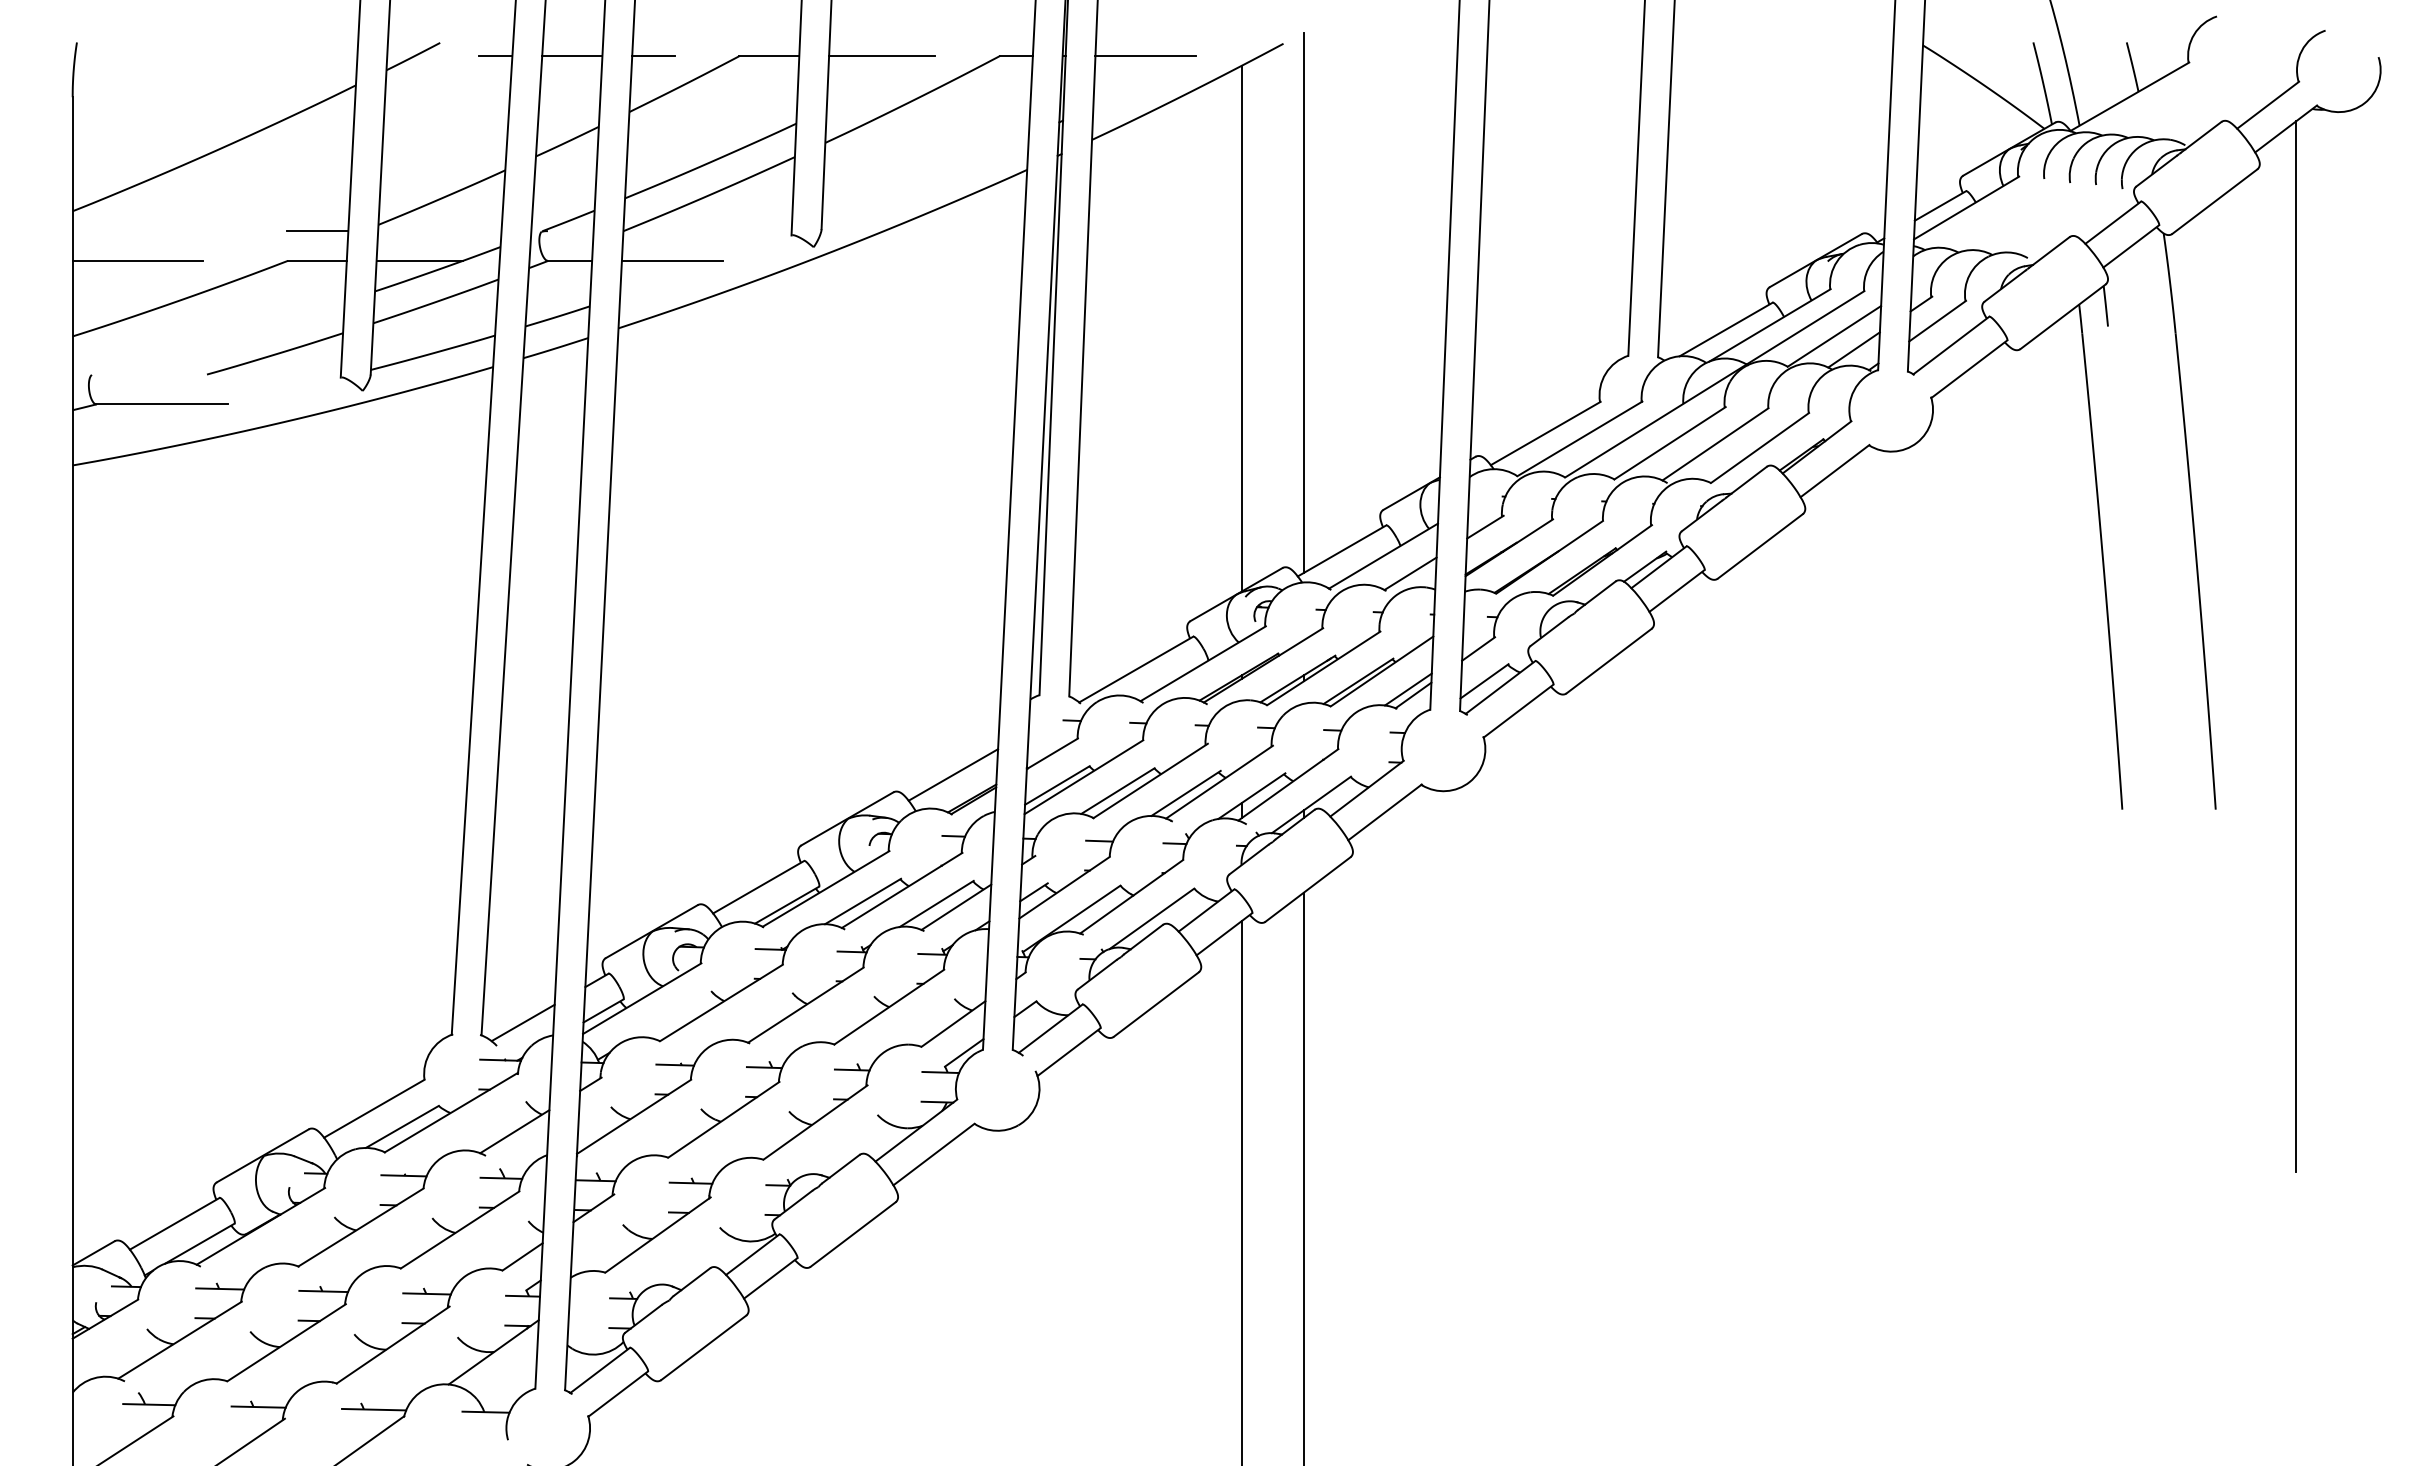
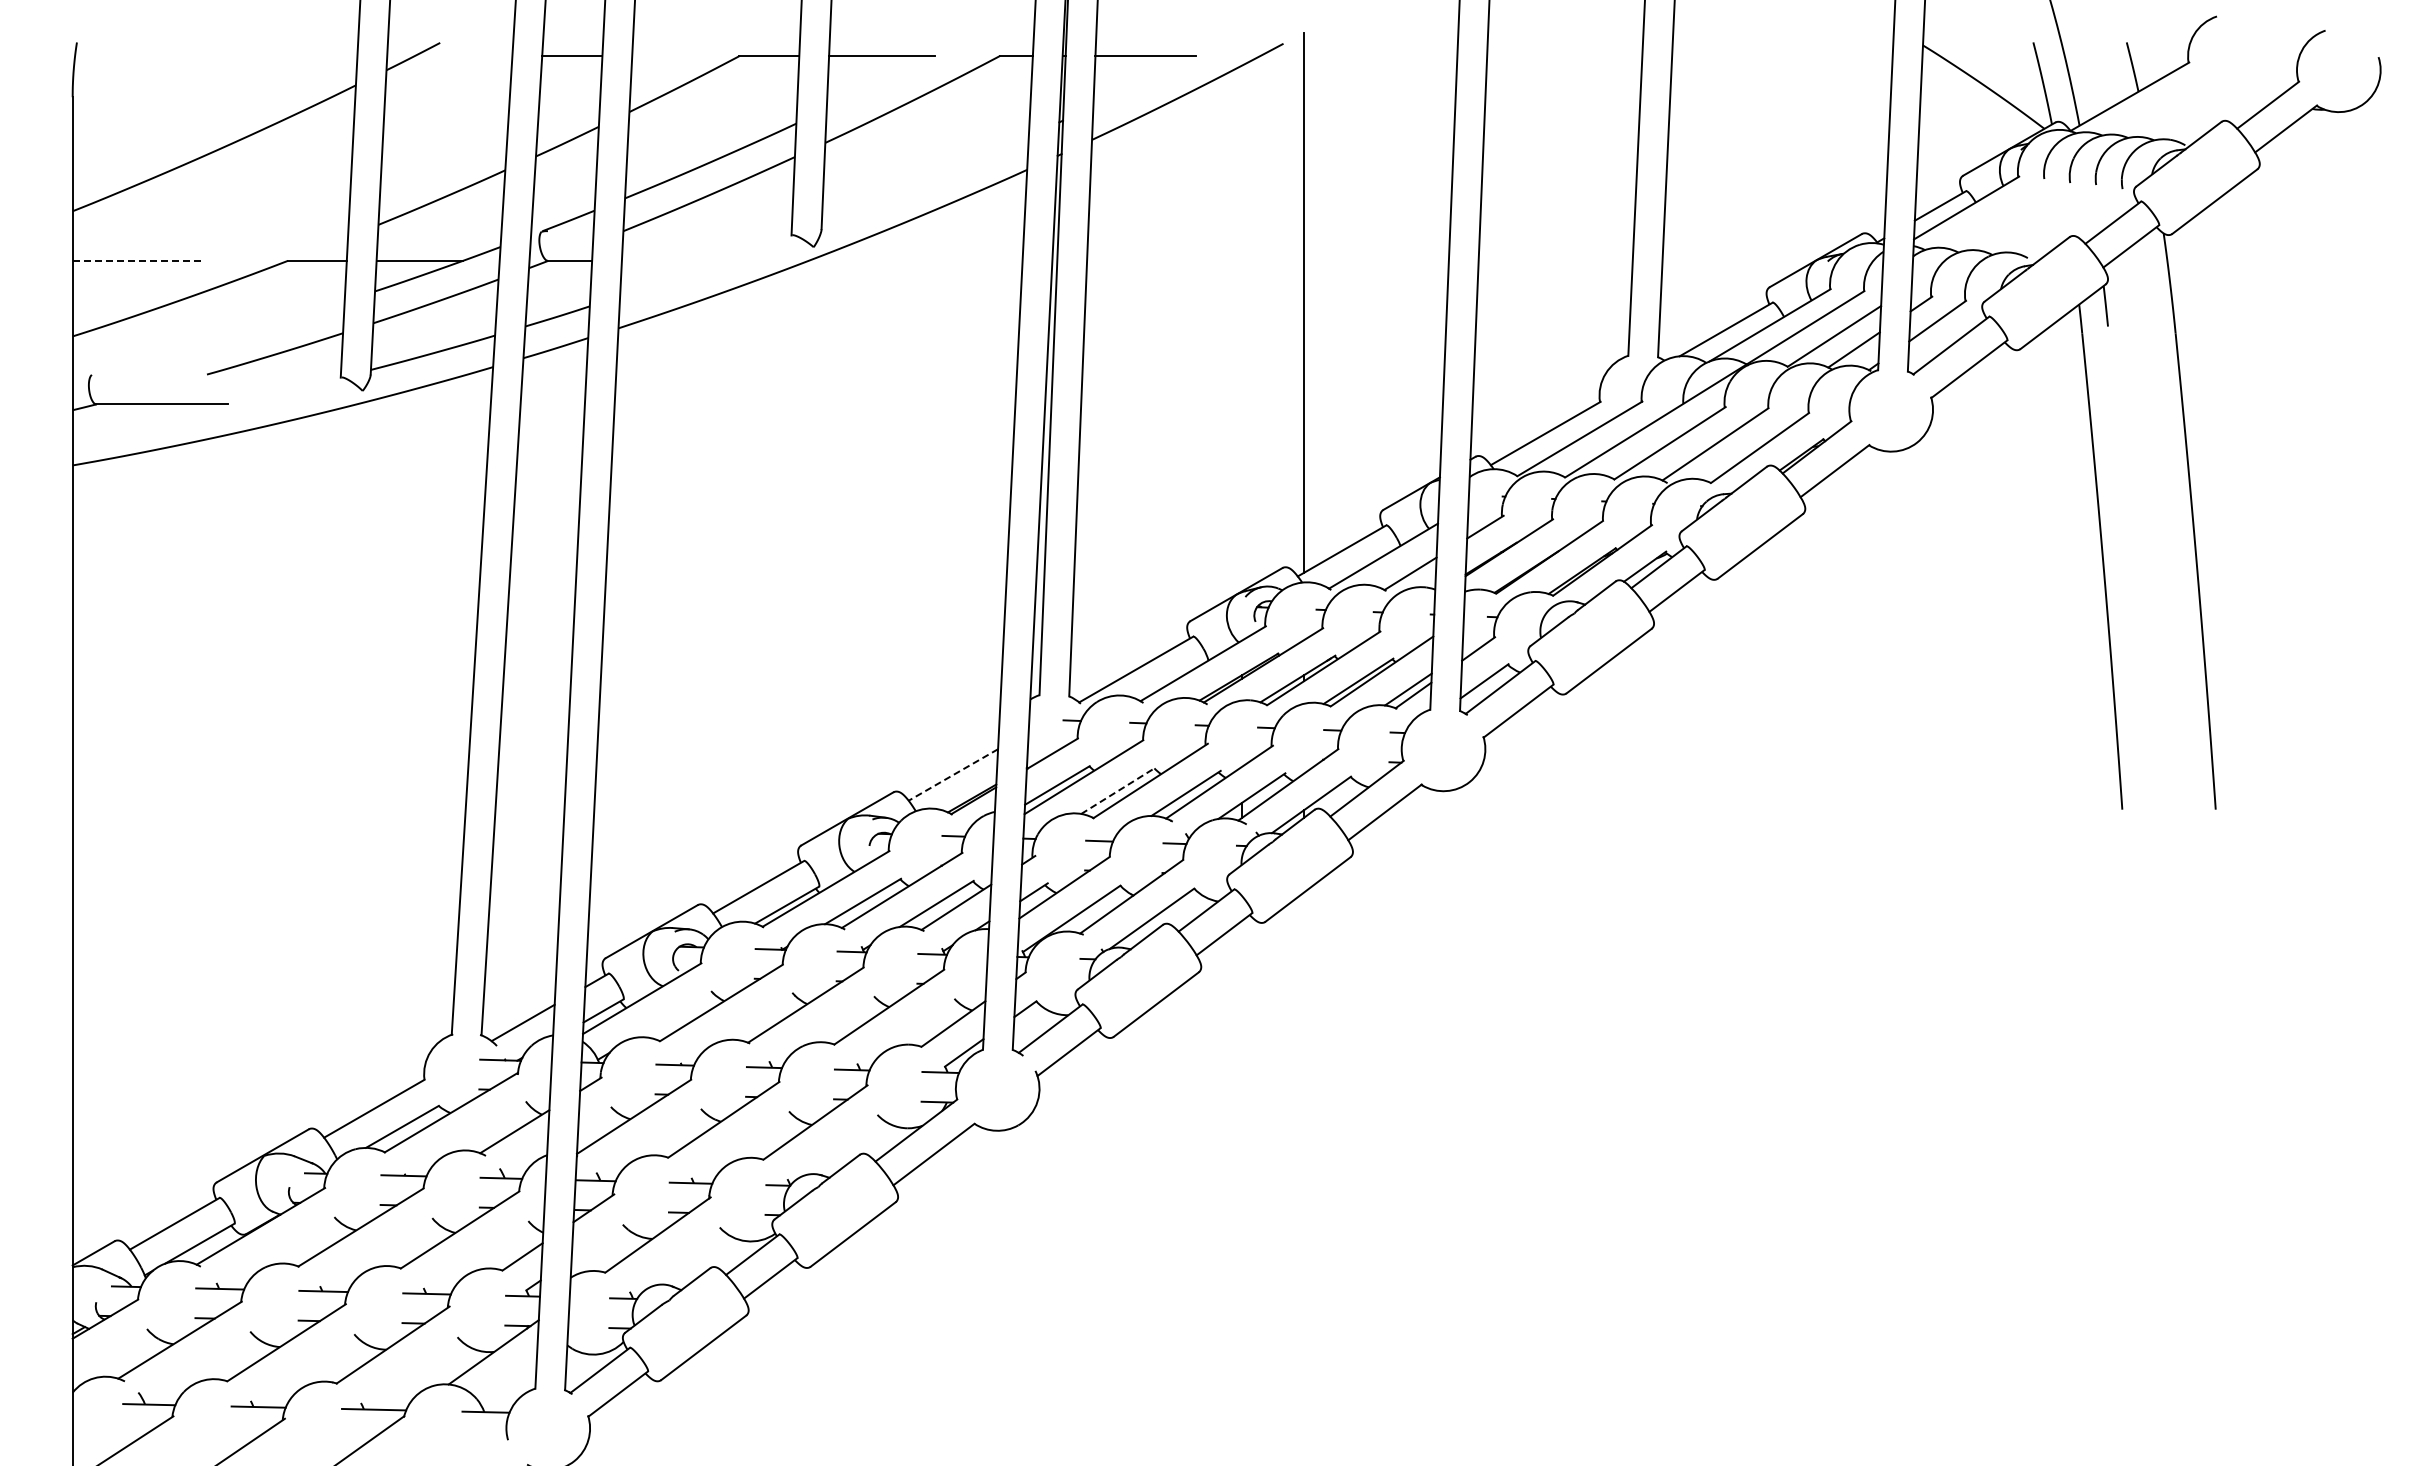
line at (495, 55): present -> none
line at (653, 55): present -> none
line at (317, 231): present -> none
line at (137, 260): solid -> dashed
line at (672, 260): present -> none
line at (1241, 328): present -> none
line at (2295, 646): present -> none
line at (953, 774): solid -> dashed
line at (1118, 790): solid -> dashed
line at (1303, 1177): present -> none
line at (1241, 1191): present -> none
